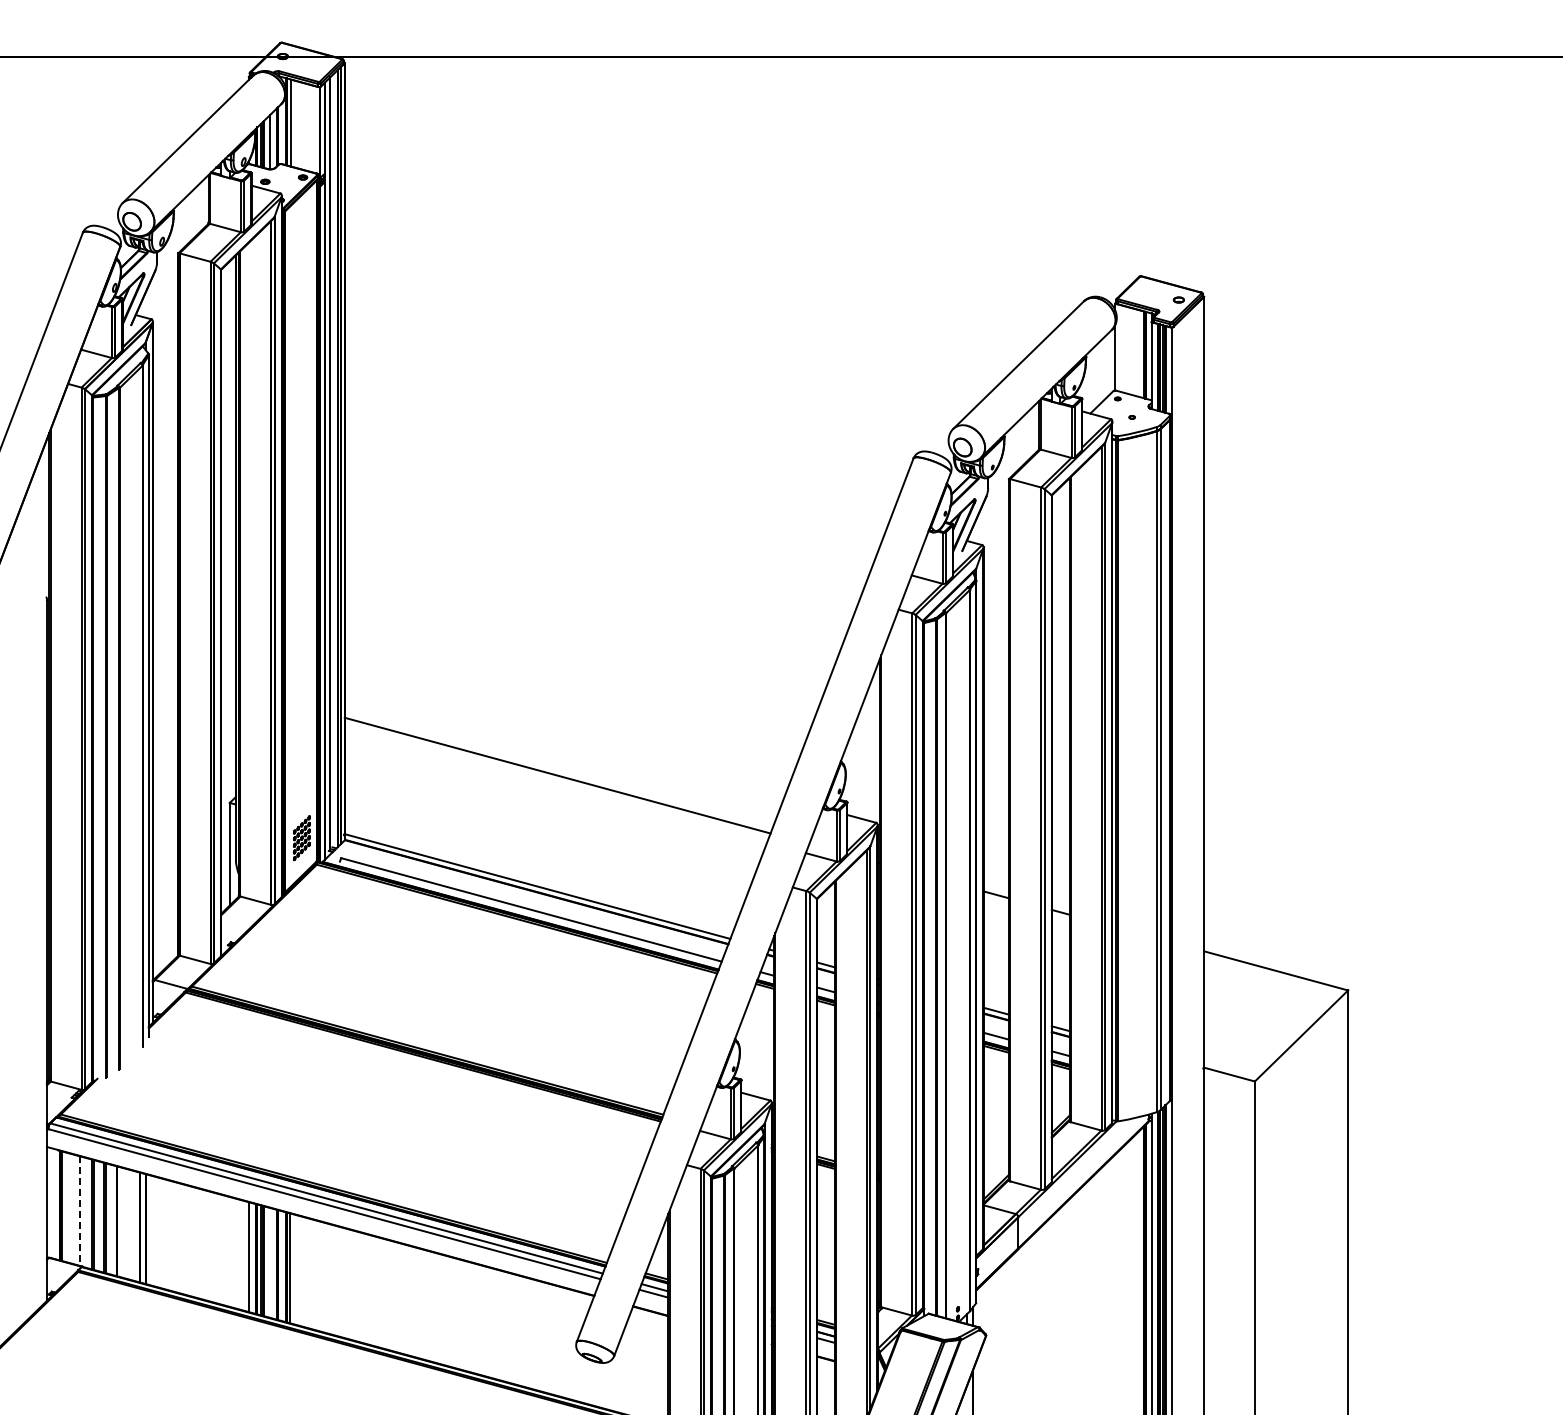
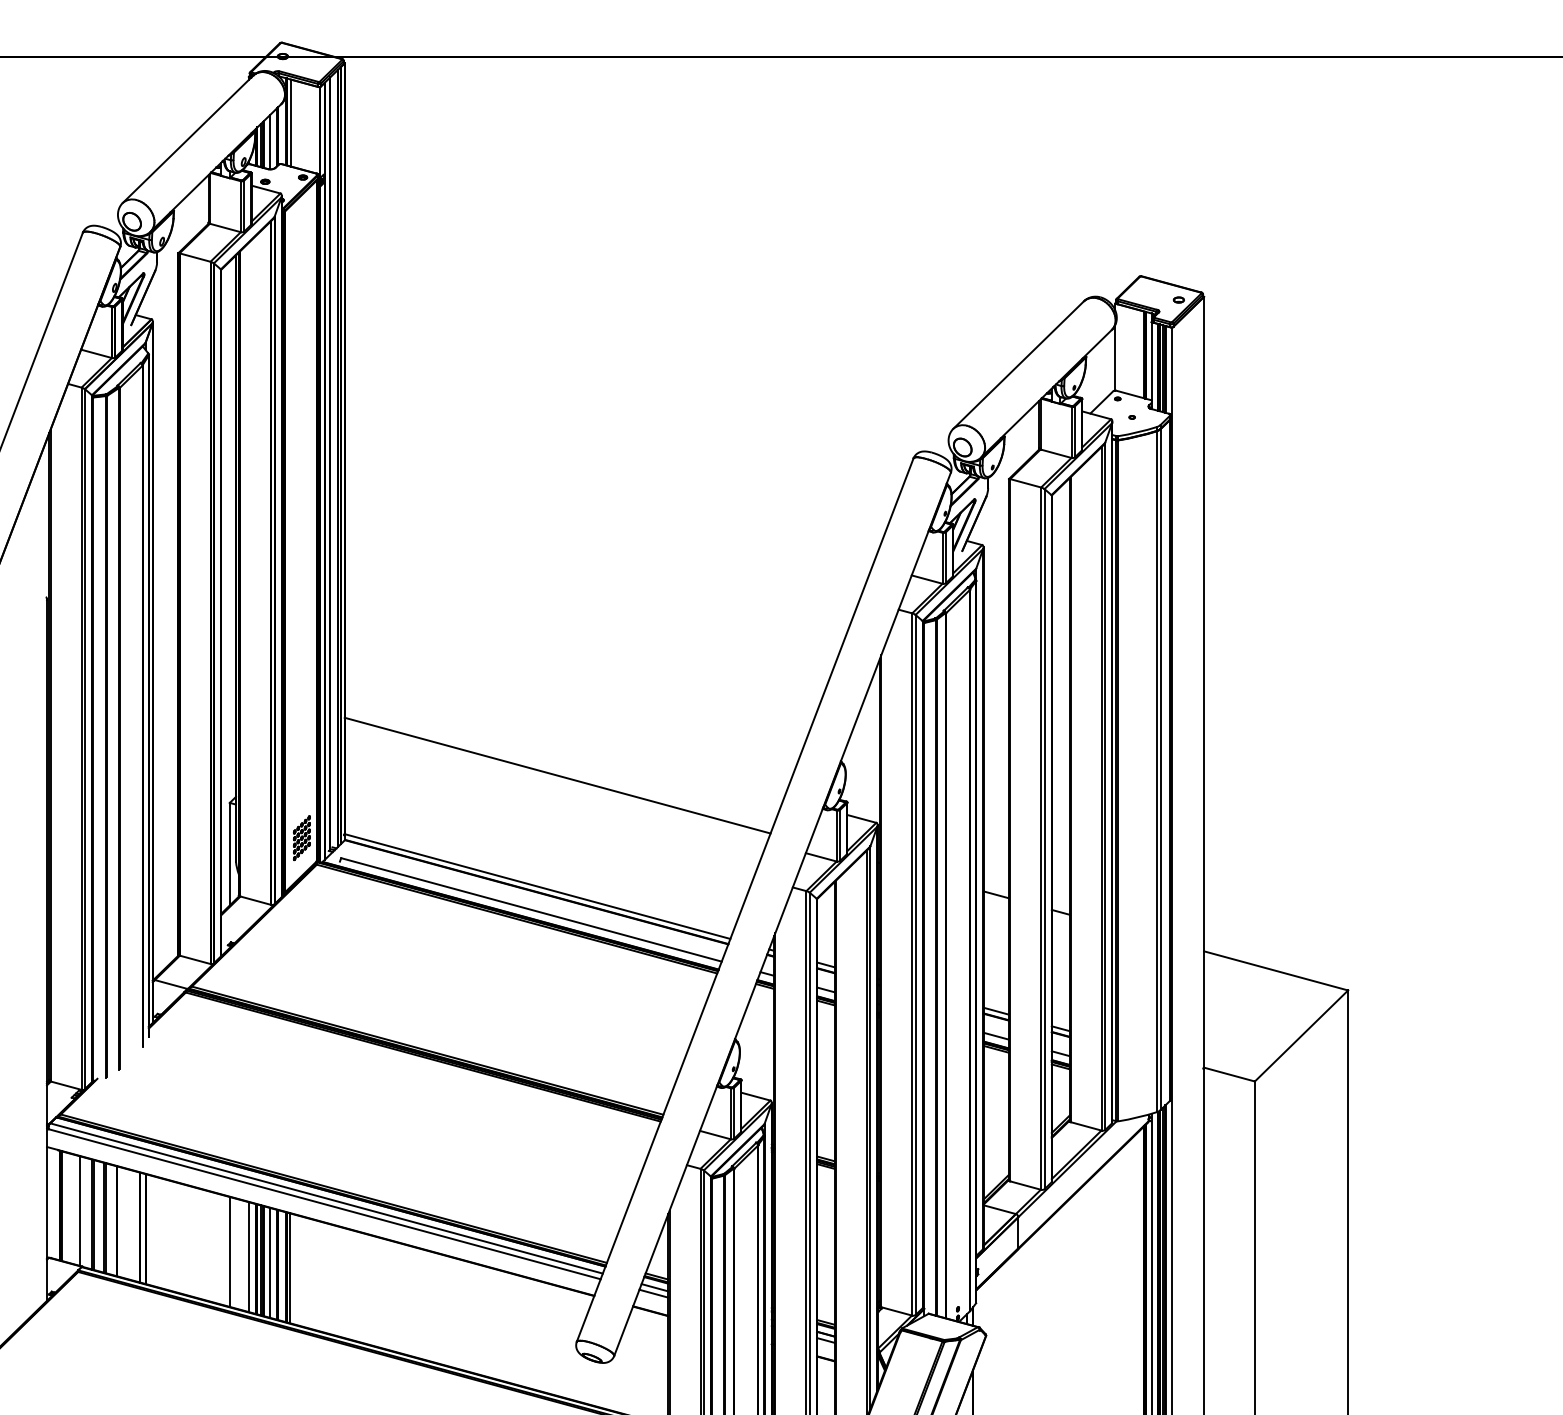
line at (80, 1211): dashed -> solid
line at (229, 1251): none -> present
line at (269, 1262): none -> present
